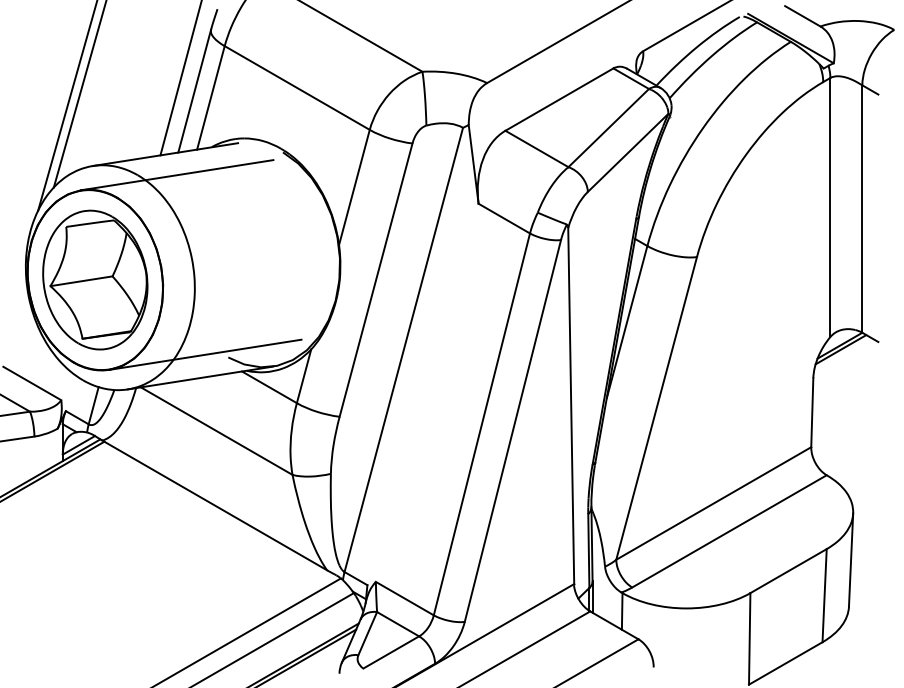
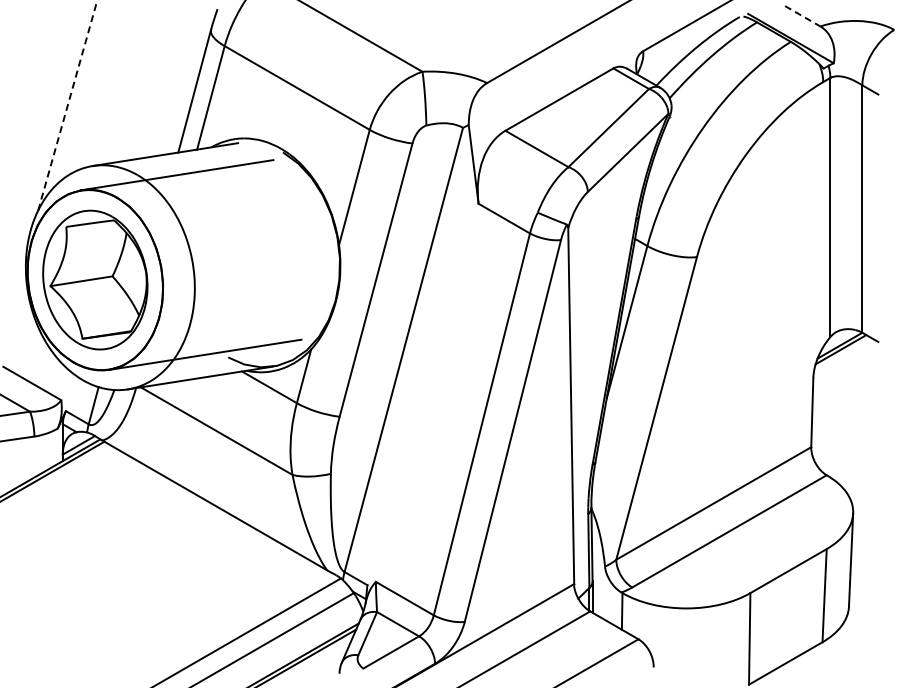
line at (803, 16): solid -> dashed
line at (180, 78): present -> none
line at (79, 94): present -> none
line at (67, 105): solid -> dashed
